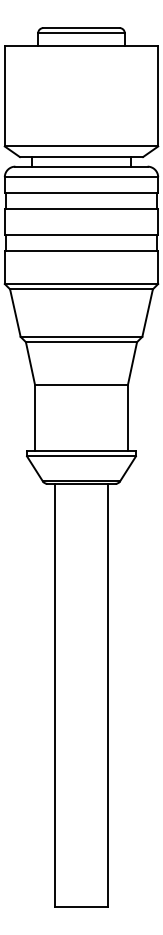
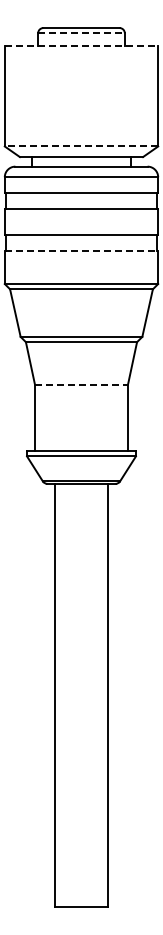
line at (82, 33): solid -> dashed
line at (81, 46): solid -> dashed
line at (81, 146): solid -> dashed
line at (81, 251): solid -> dashed
line at (81, 384): solid -> dashed
